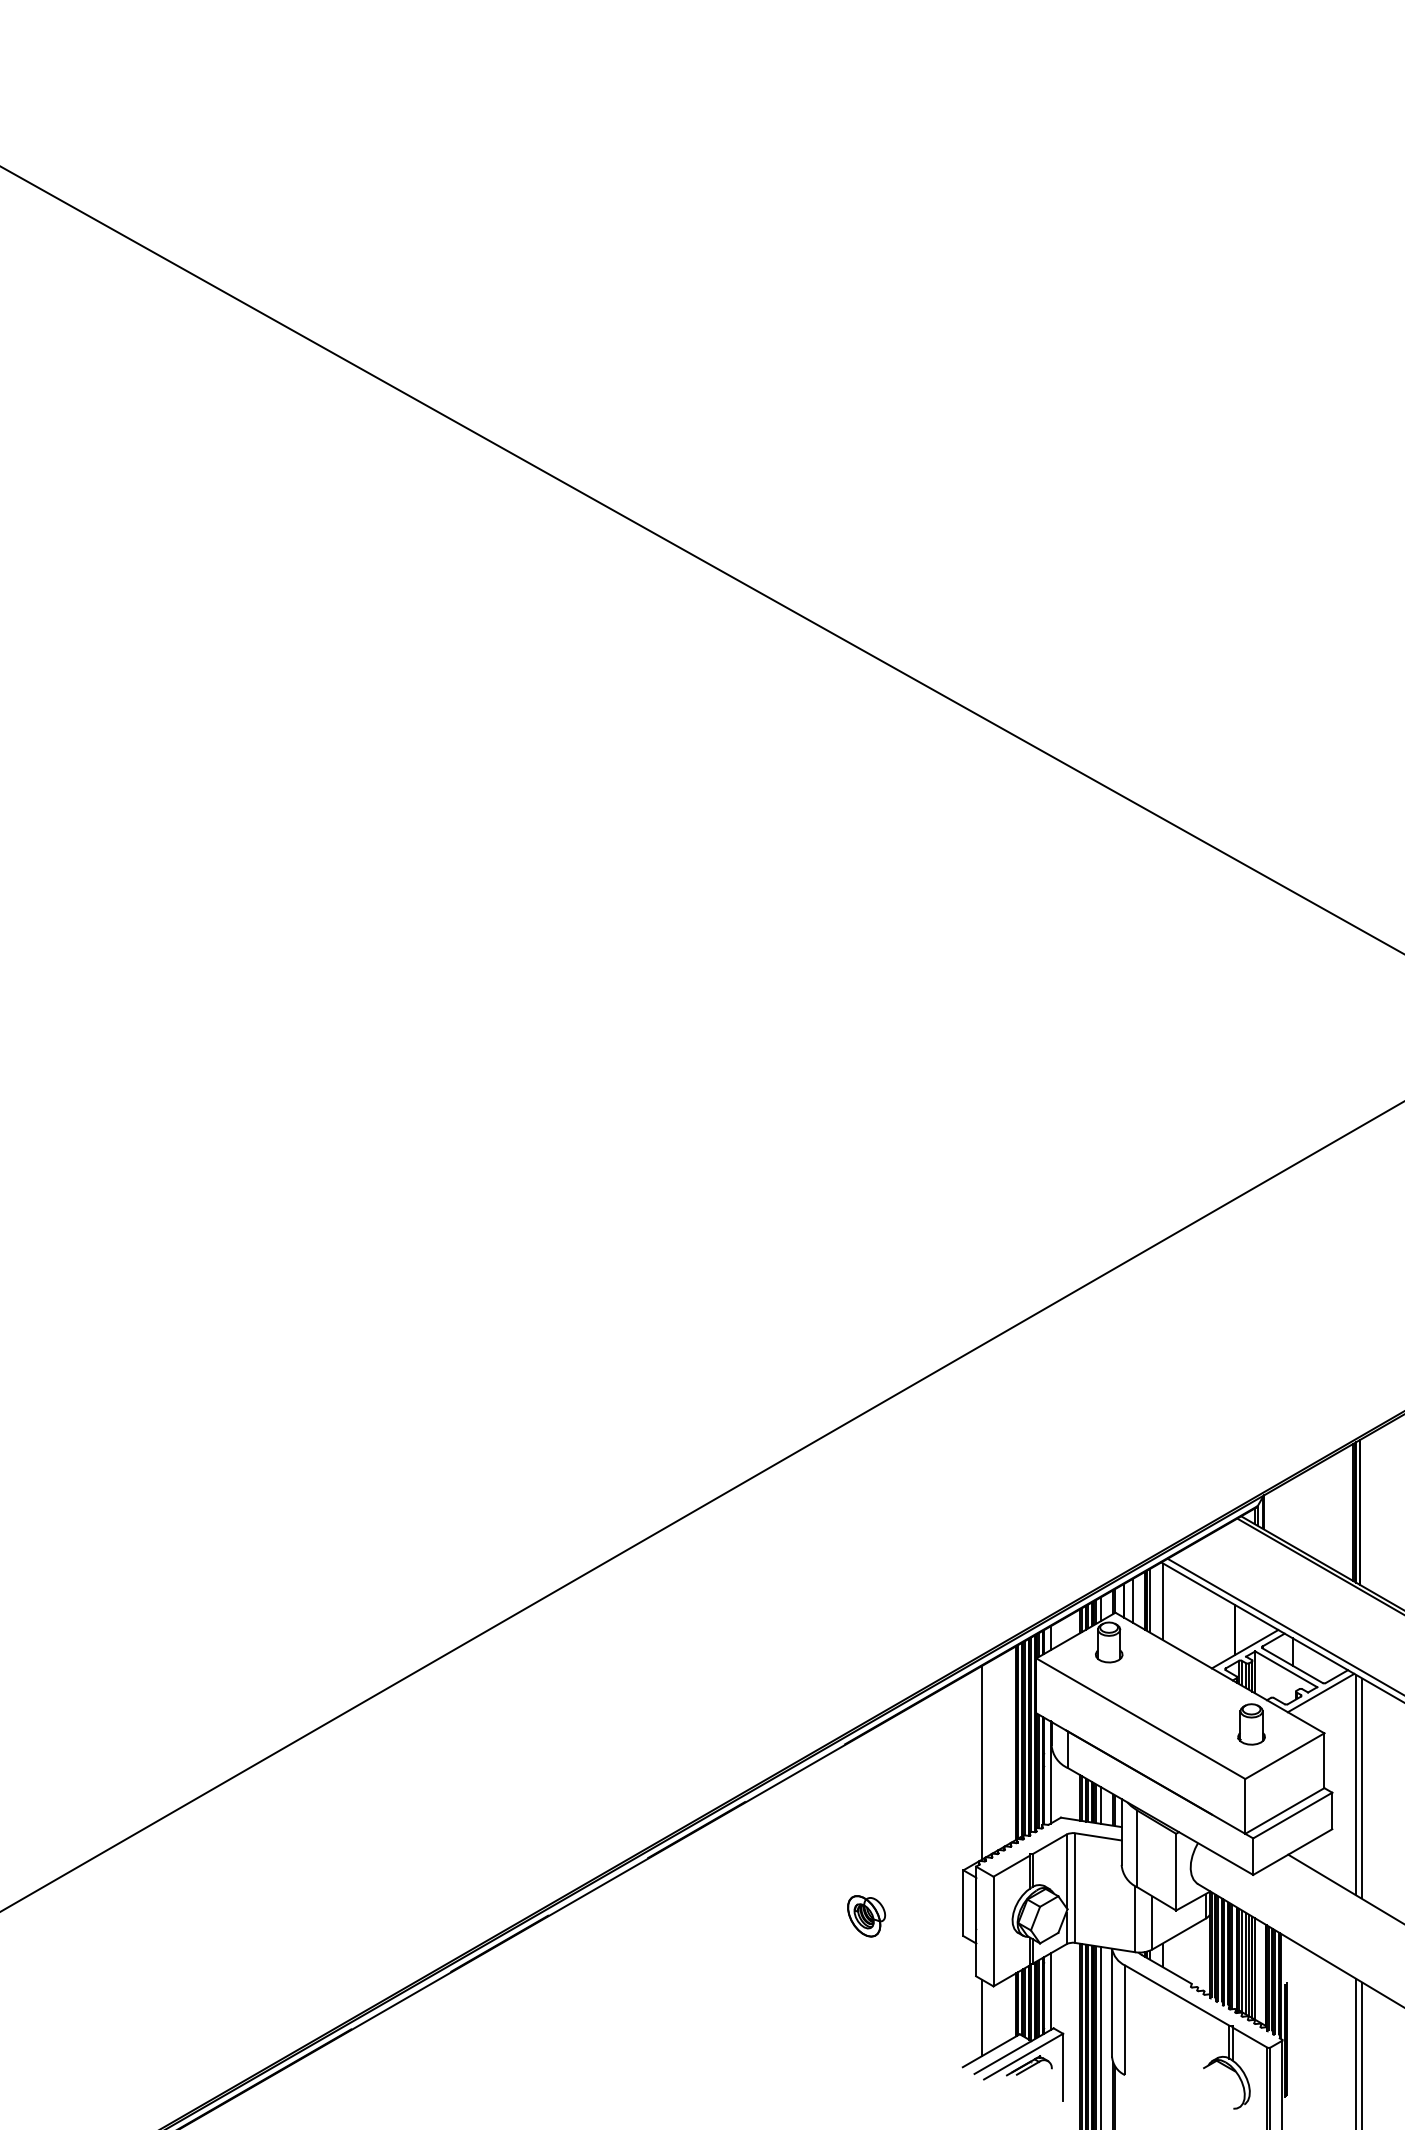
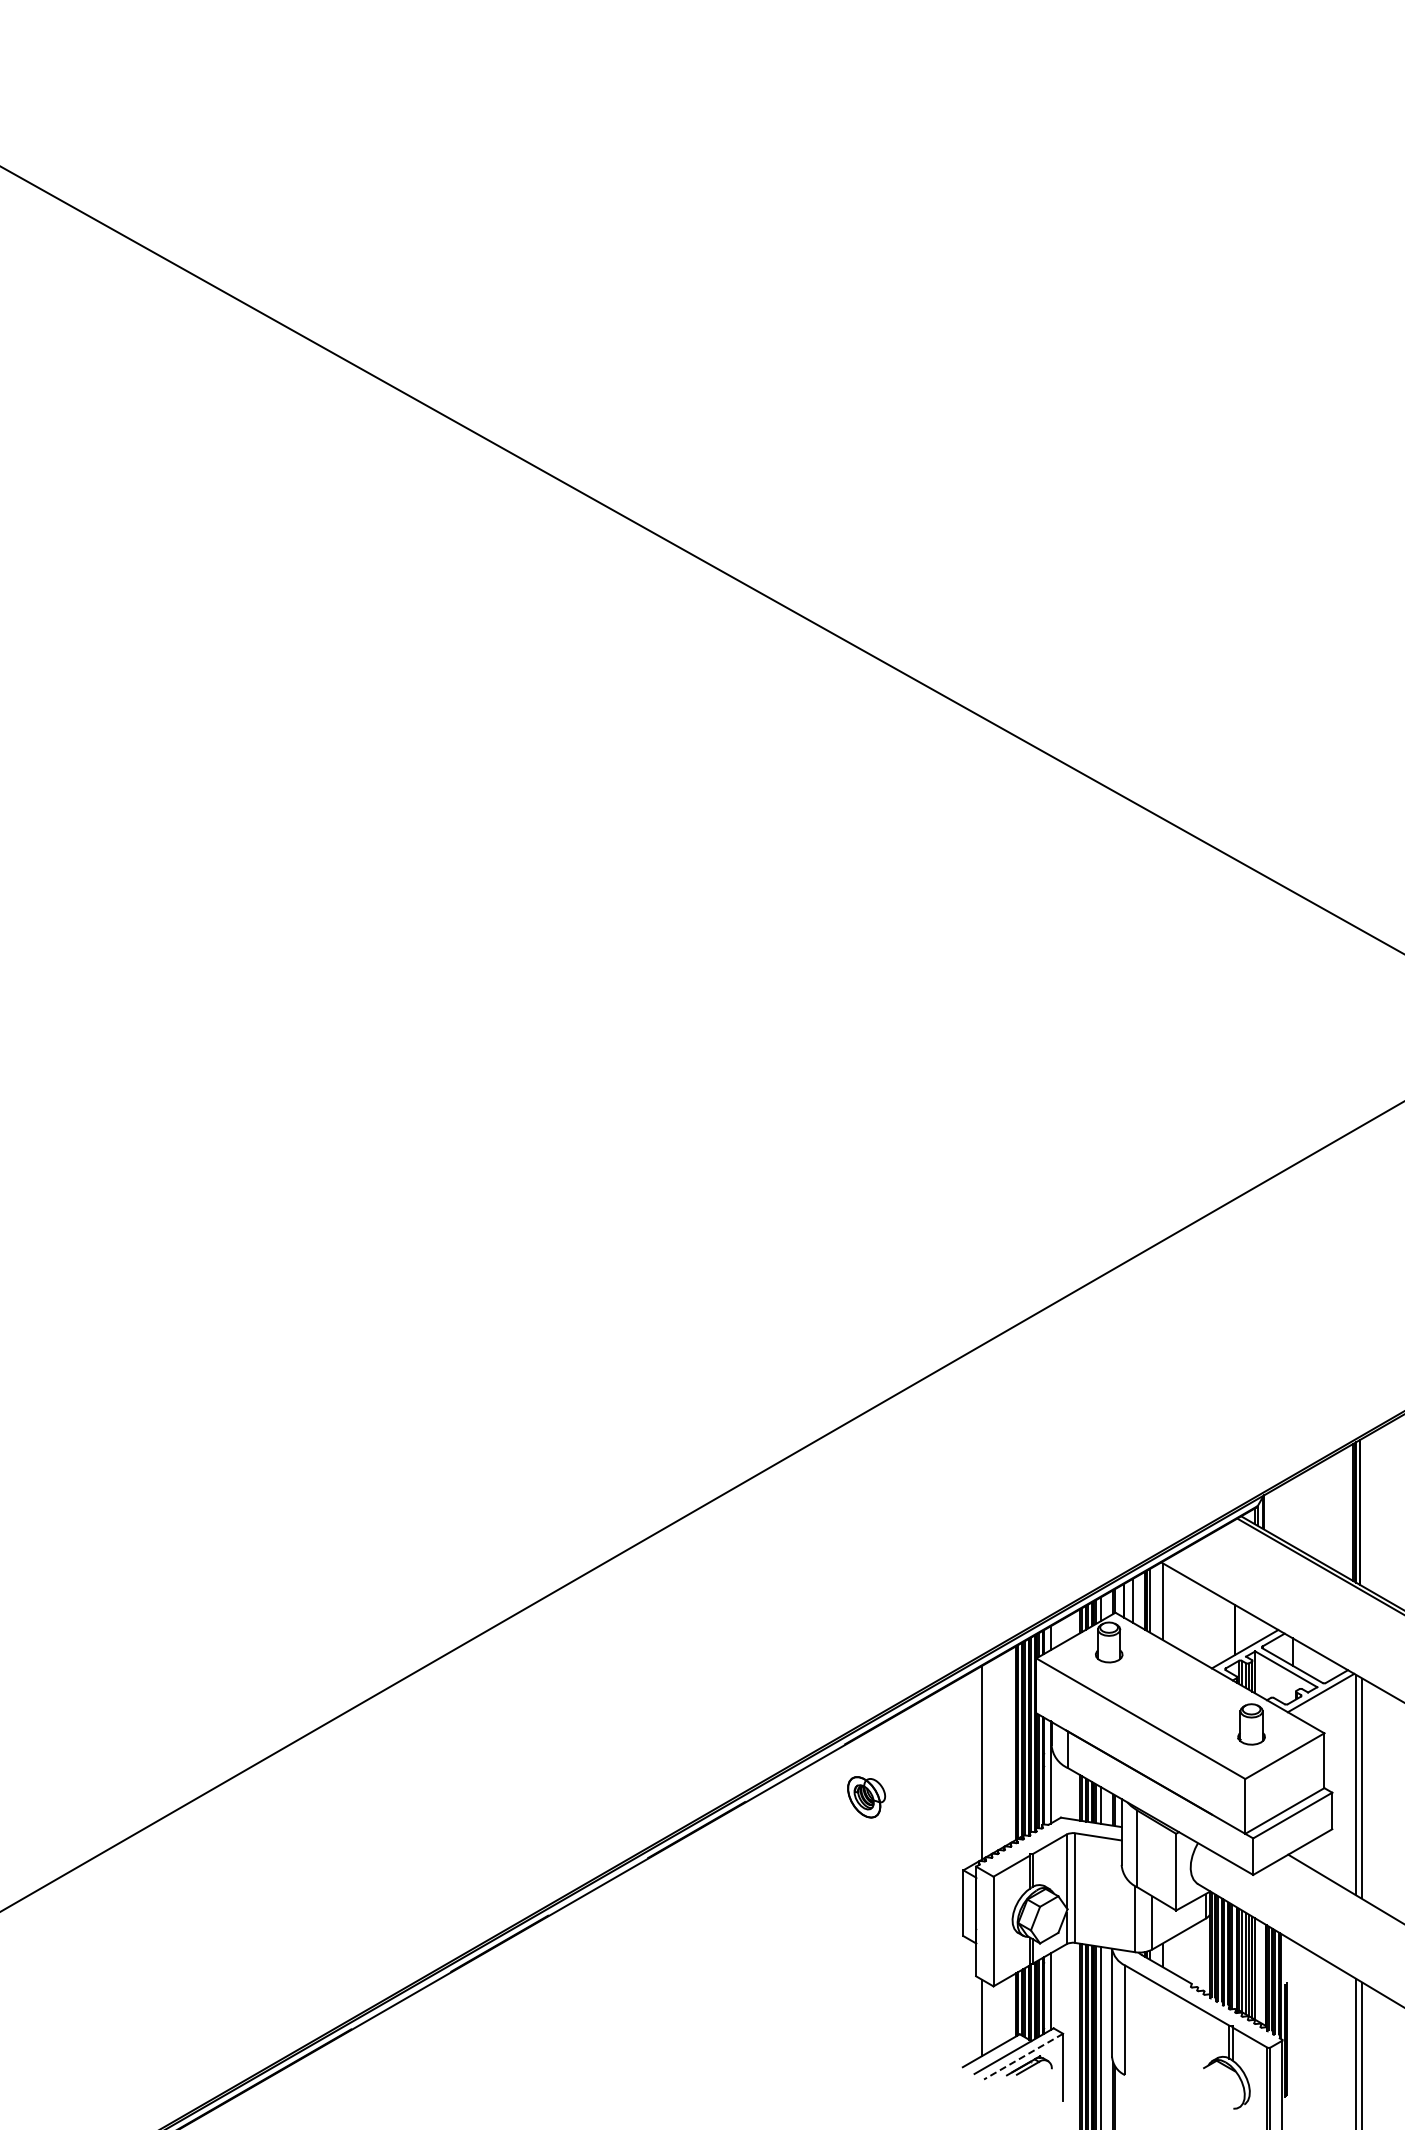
line at (1284, 1625): present -> none
part at (866, 1916) position: (866, 1916) -> (866, 1797)
line at (1023, 2056): solid -> dashed
